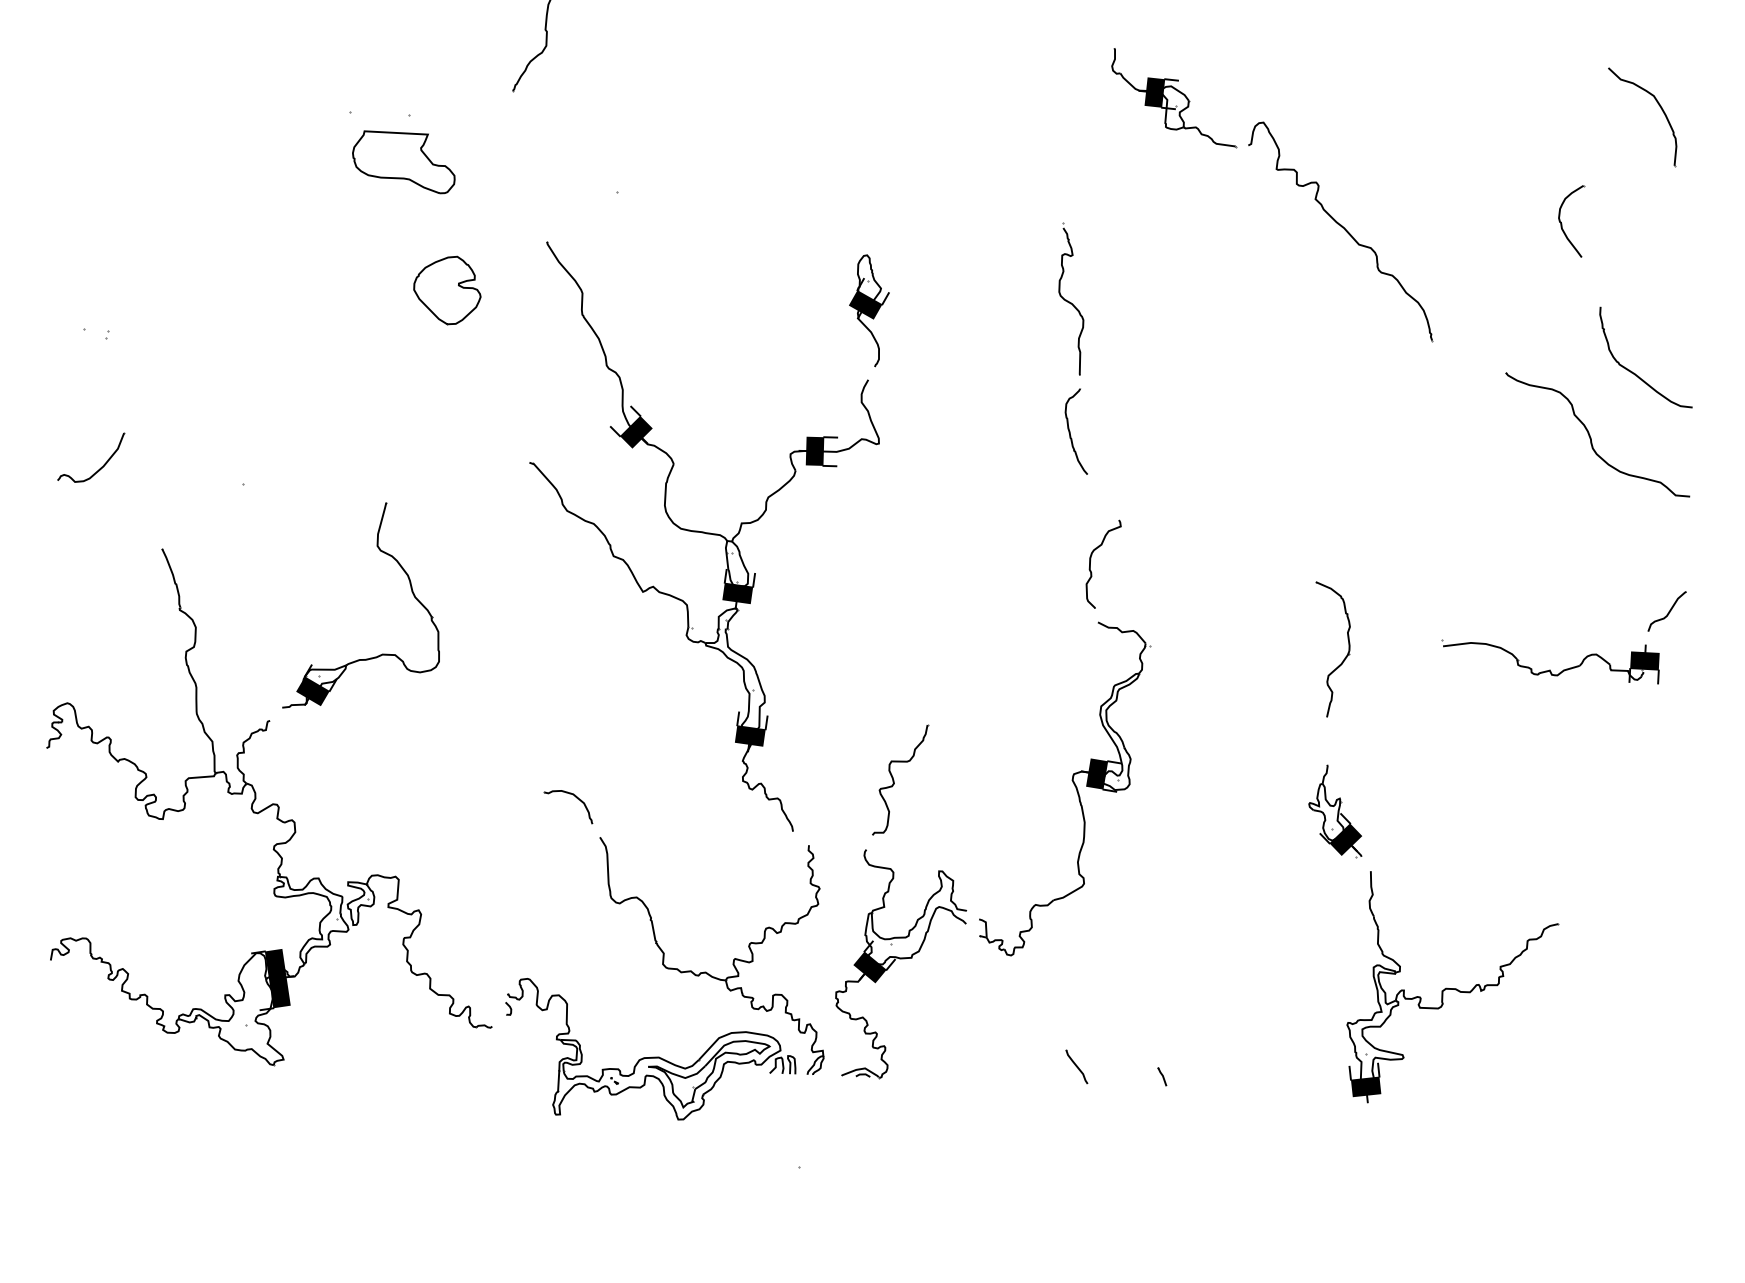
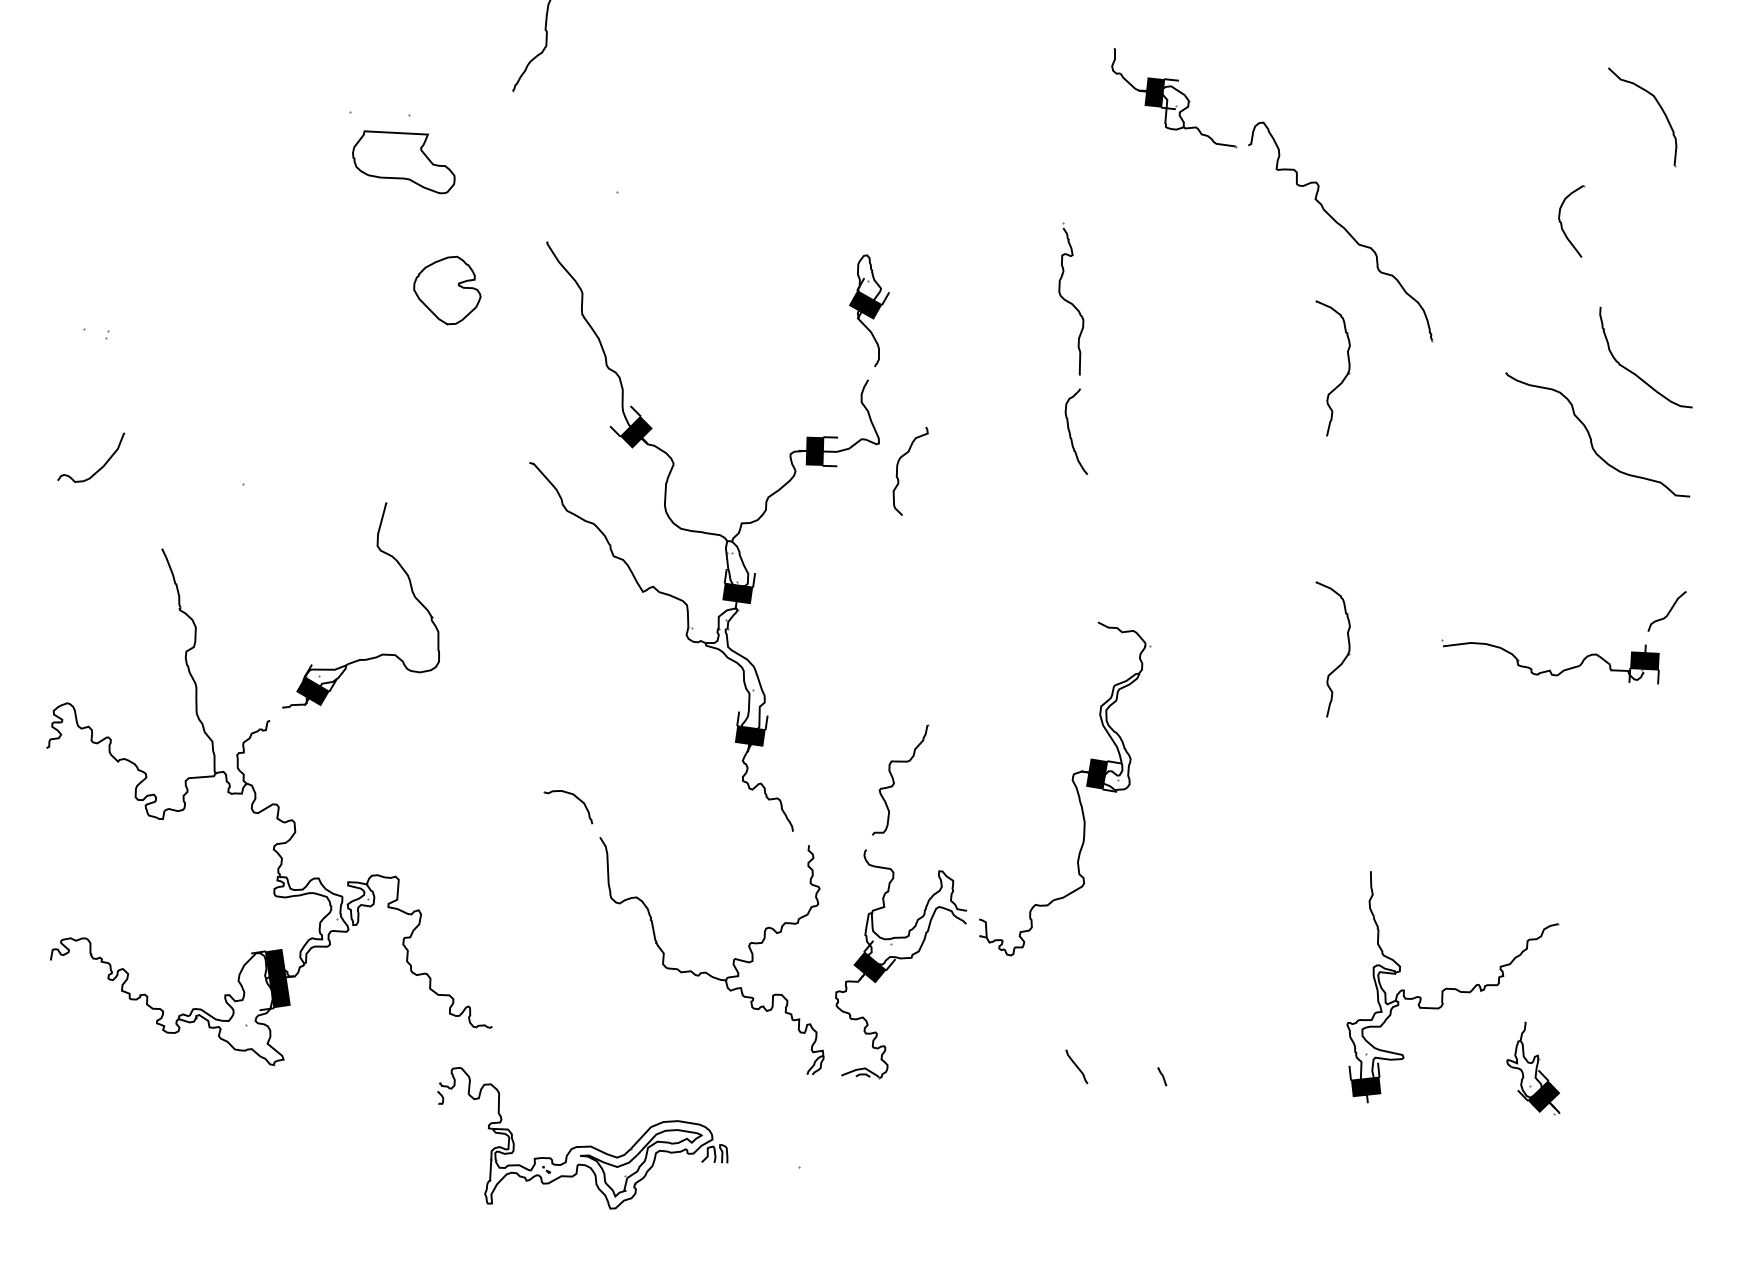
part at (1345, 375): none -> present
curve at (1091, 559) position: (1091, 559) -> (898, 466)
part at (1335, 811) position: (1335, 811) -> (1533, 1068)
part at (651, 1056) position: (651, 1056) -> (583, 1145)
